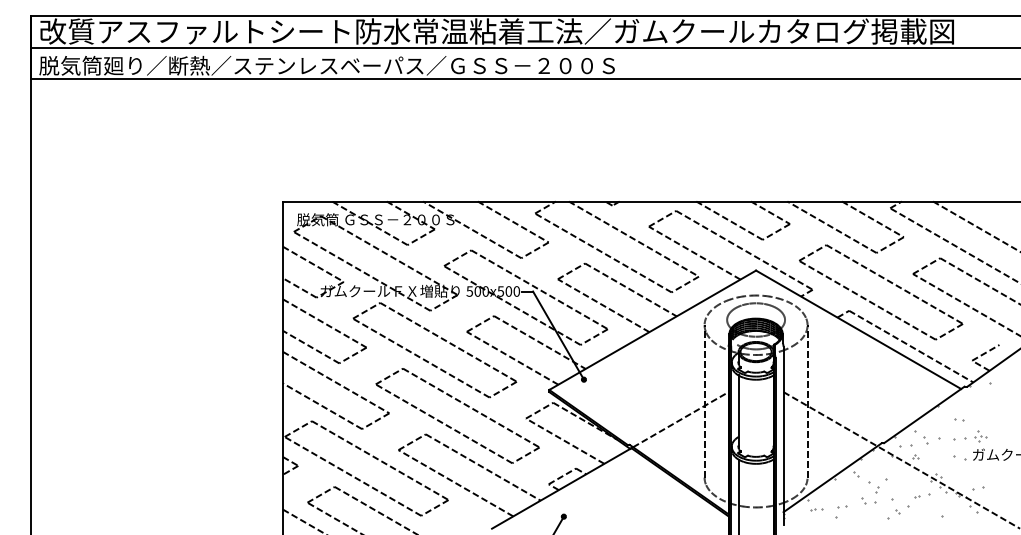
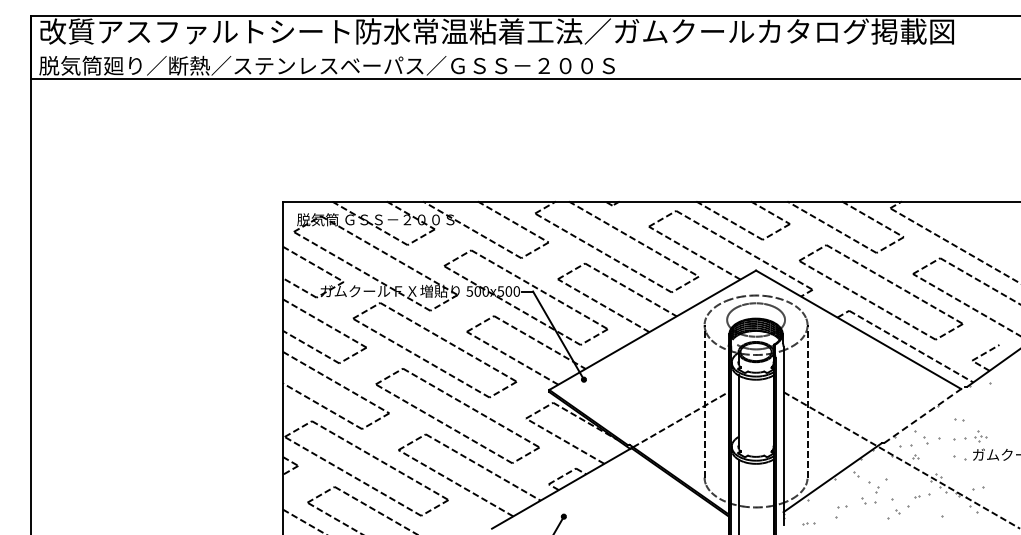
line at (523, 47): present -> none
line at (975, 225): present -> none
line at (924, 414): solid -> dashed
part at (816, 509) position: (816, 509) -> (808, 523)
